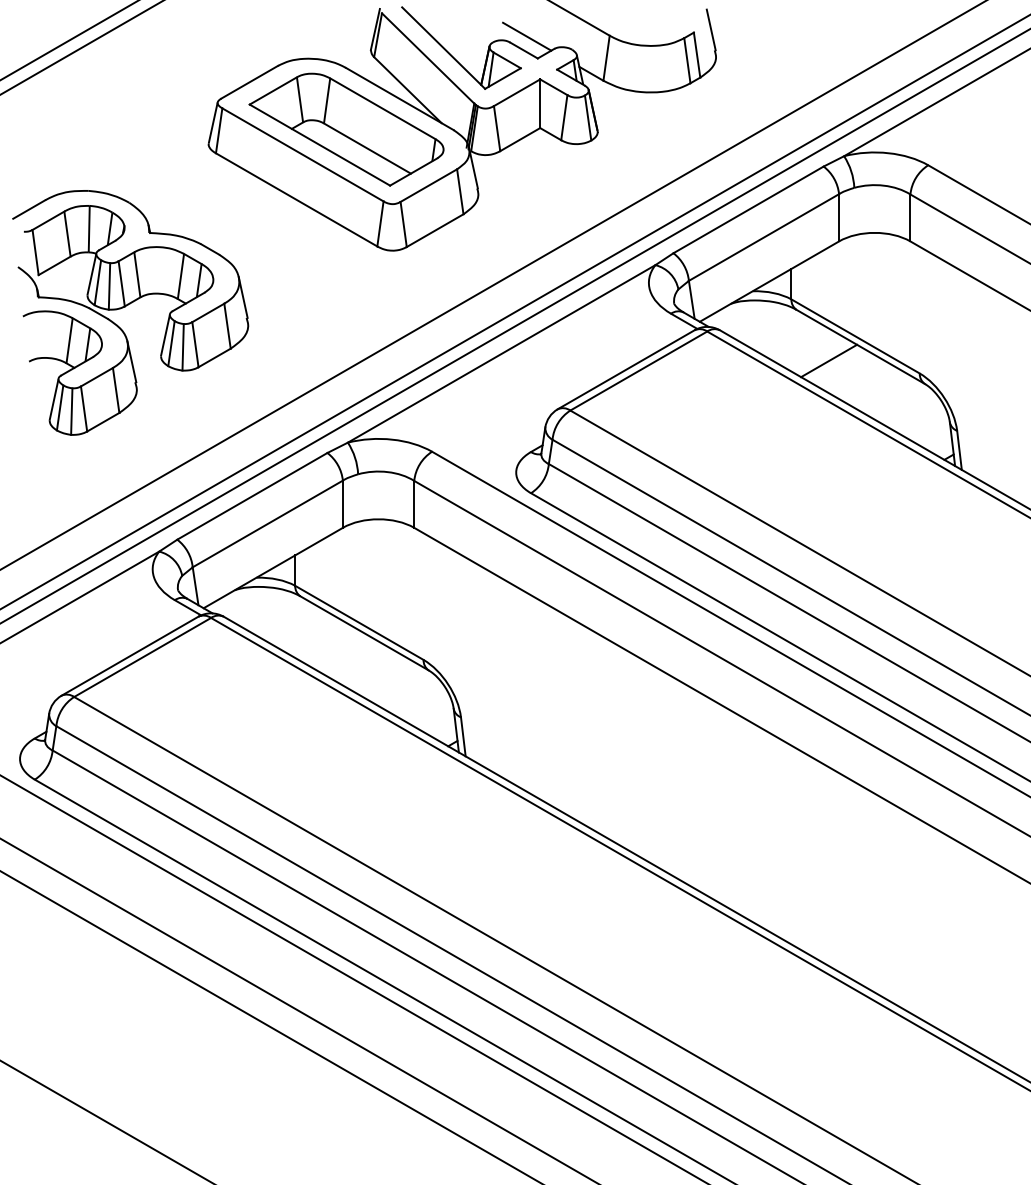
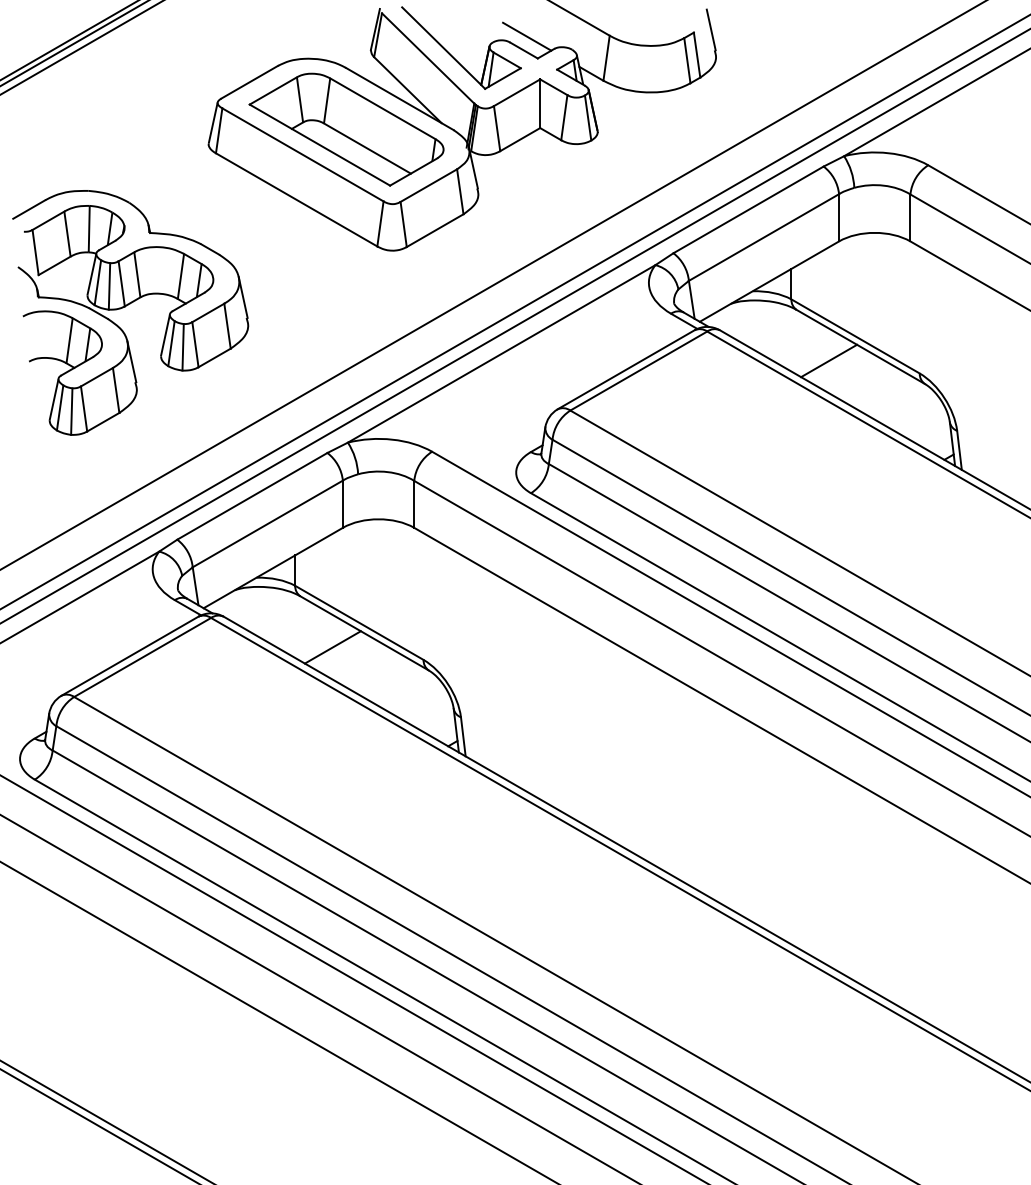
line at (73, 43): none -> present
line at (332, 647): none -> present
line at (298, 1010) position: (298, 1010) -> (319, 998)
line at (270, 1026) position: (270, 1026) -> (278, 1021)
line at (98, 1125): none -> present
